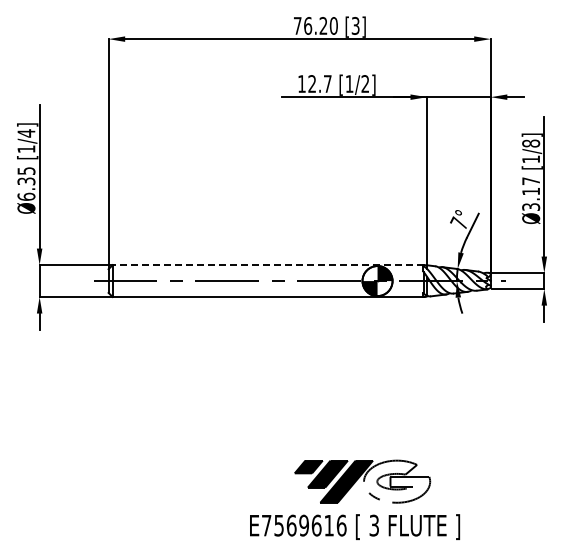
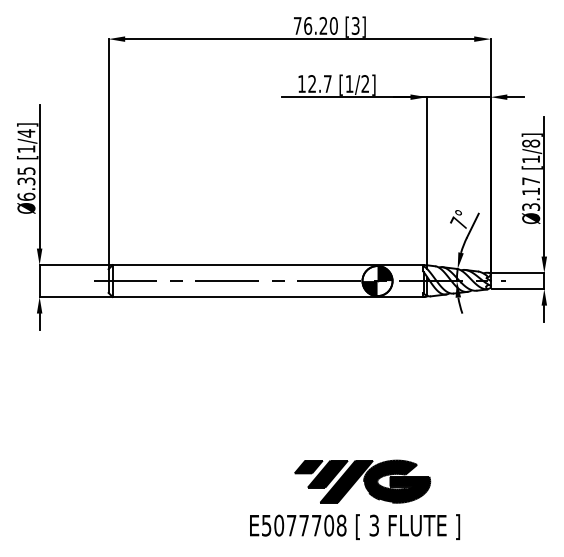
line at (268, 265): dashed -> solid
fill at (397, 481): none -> present
text at (304, 525): E7569616 -> E5077708
